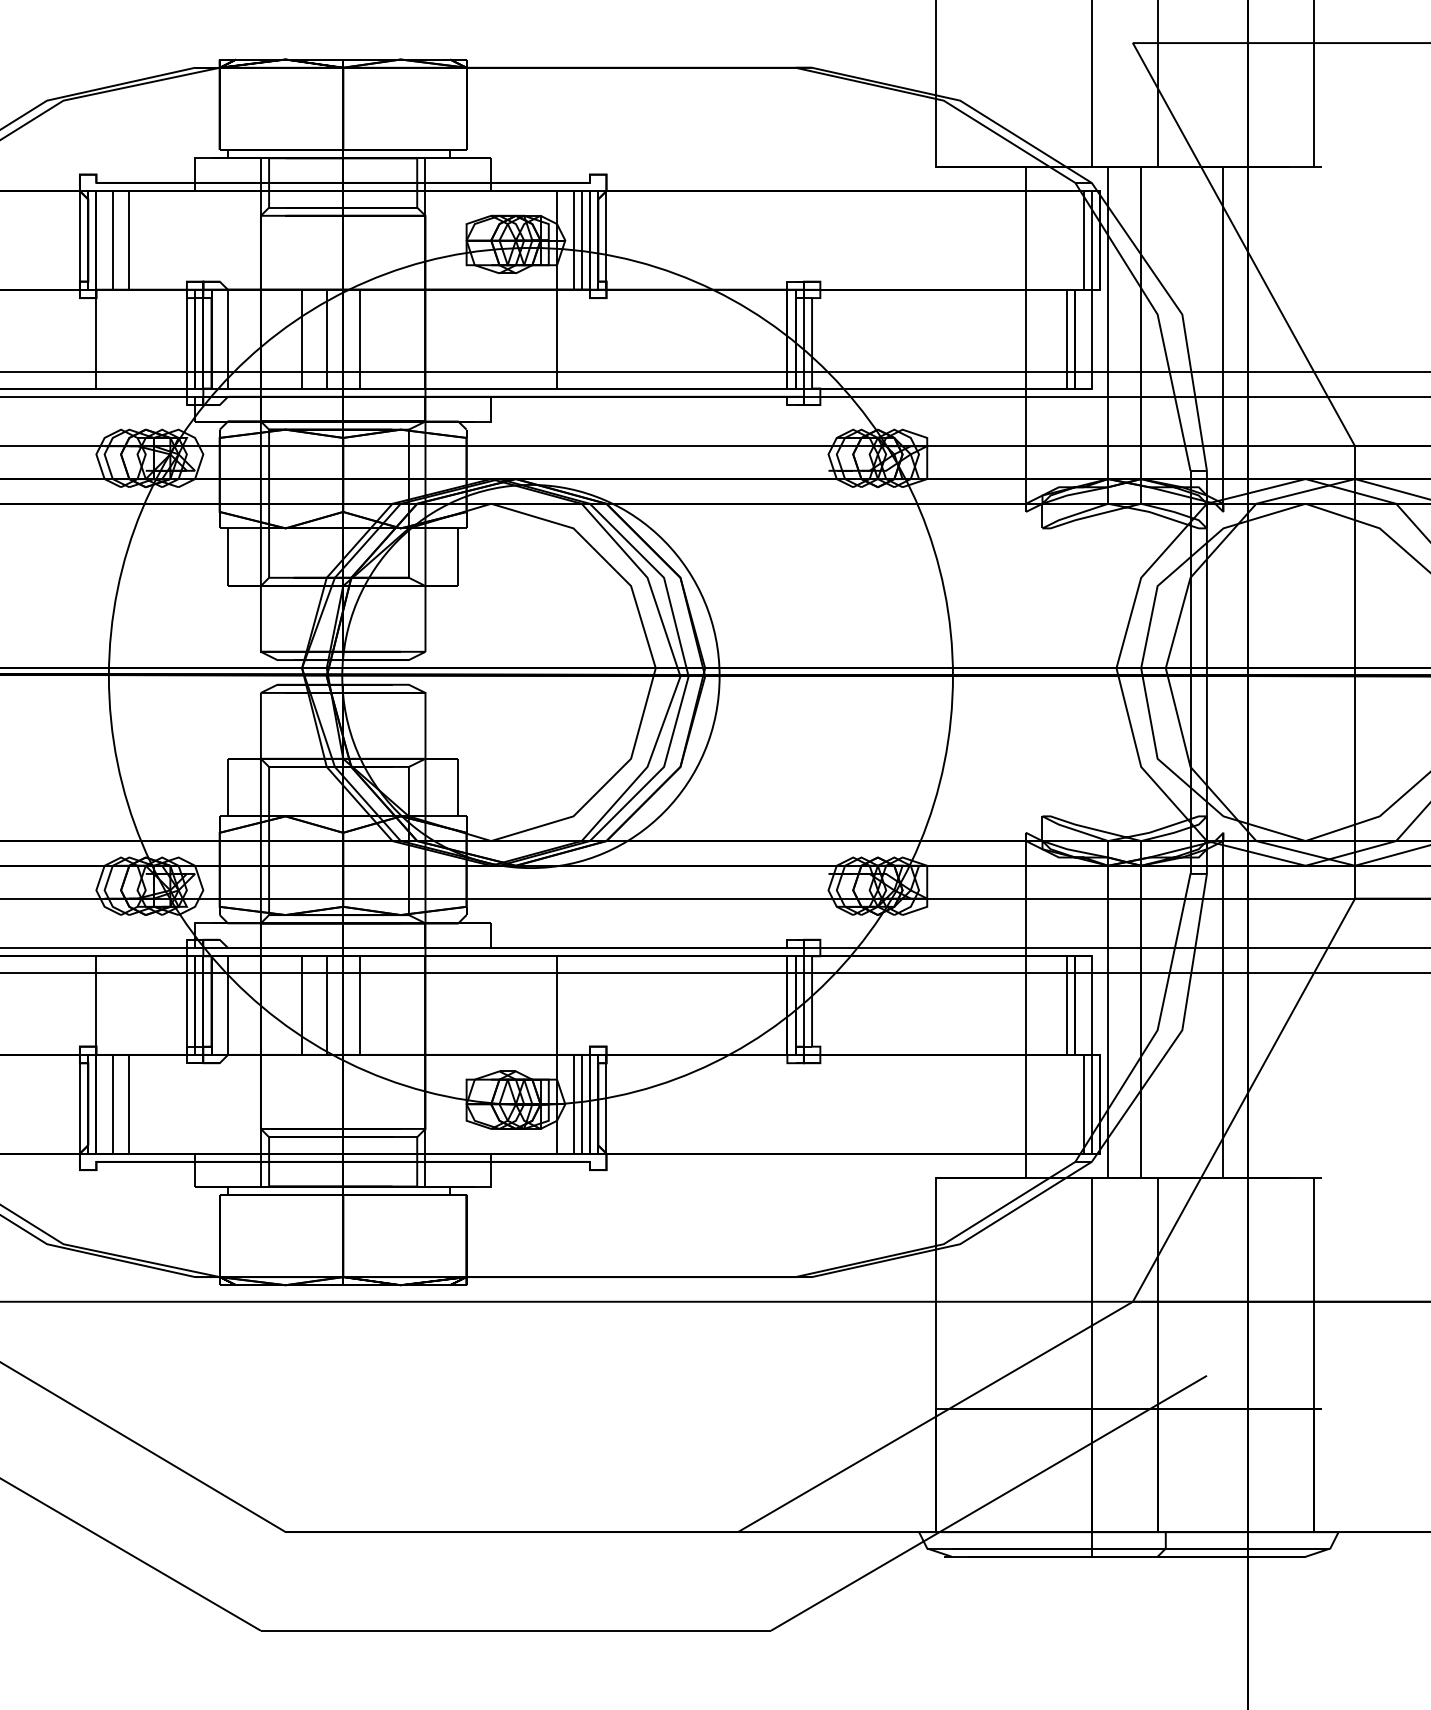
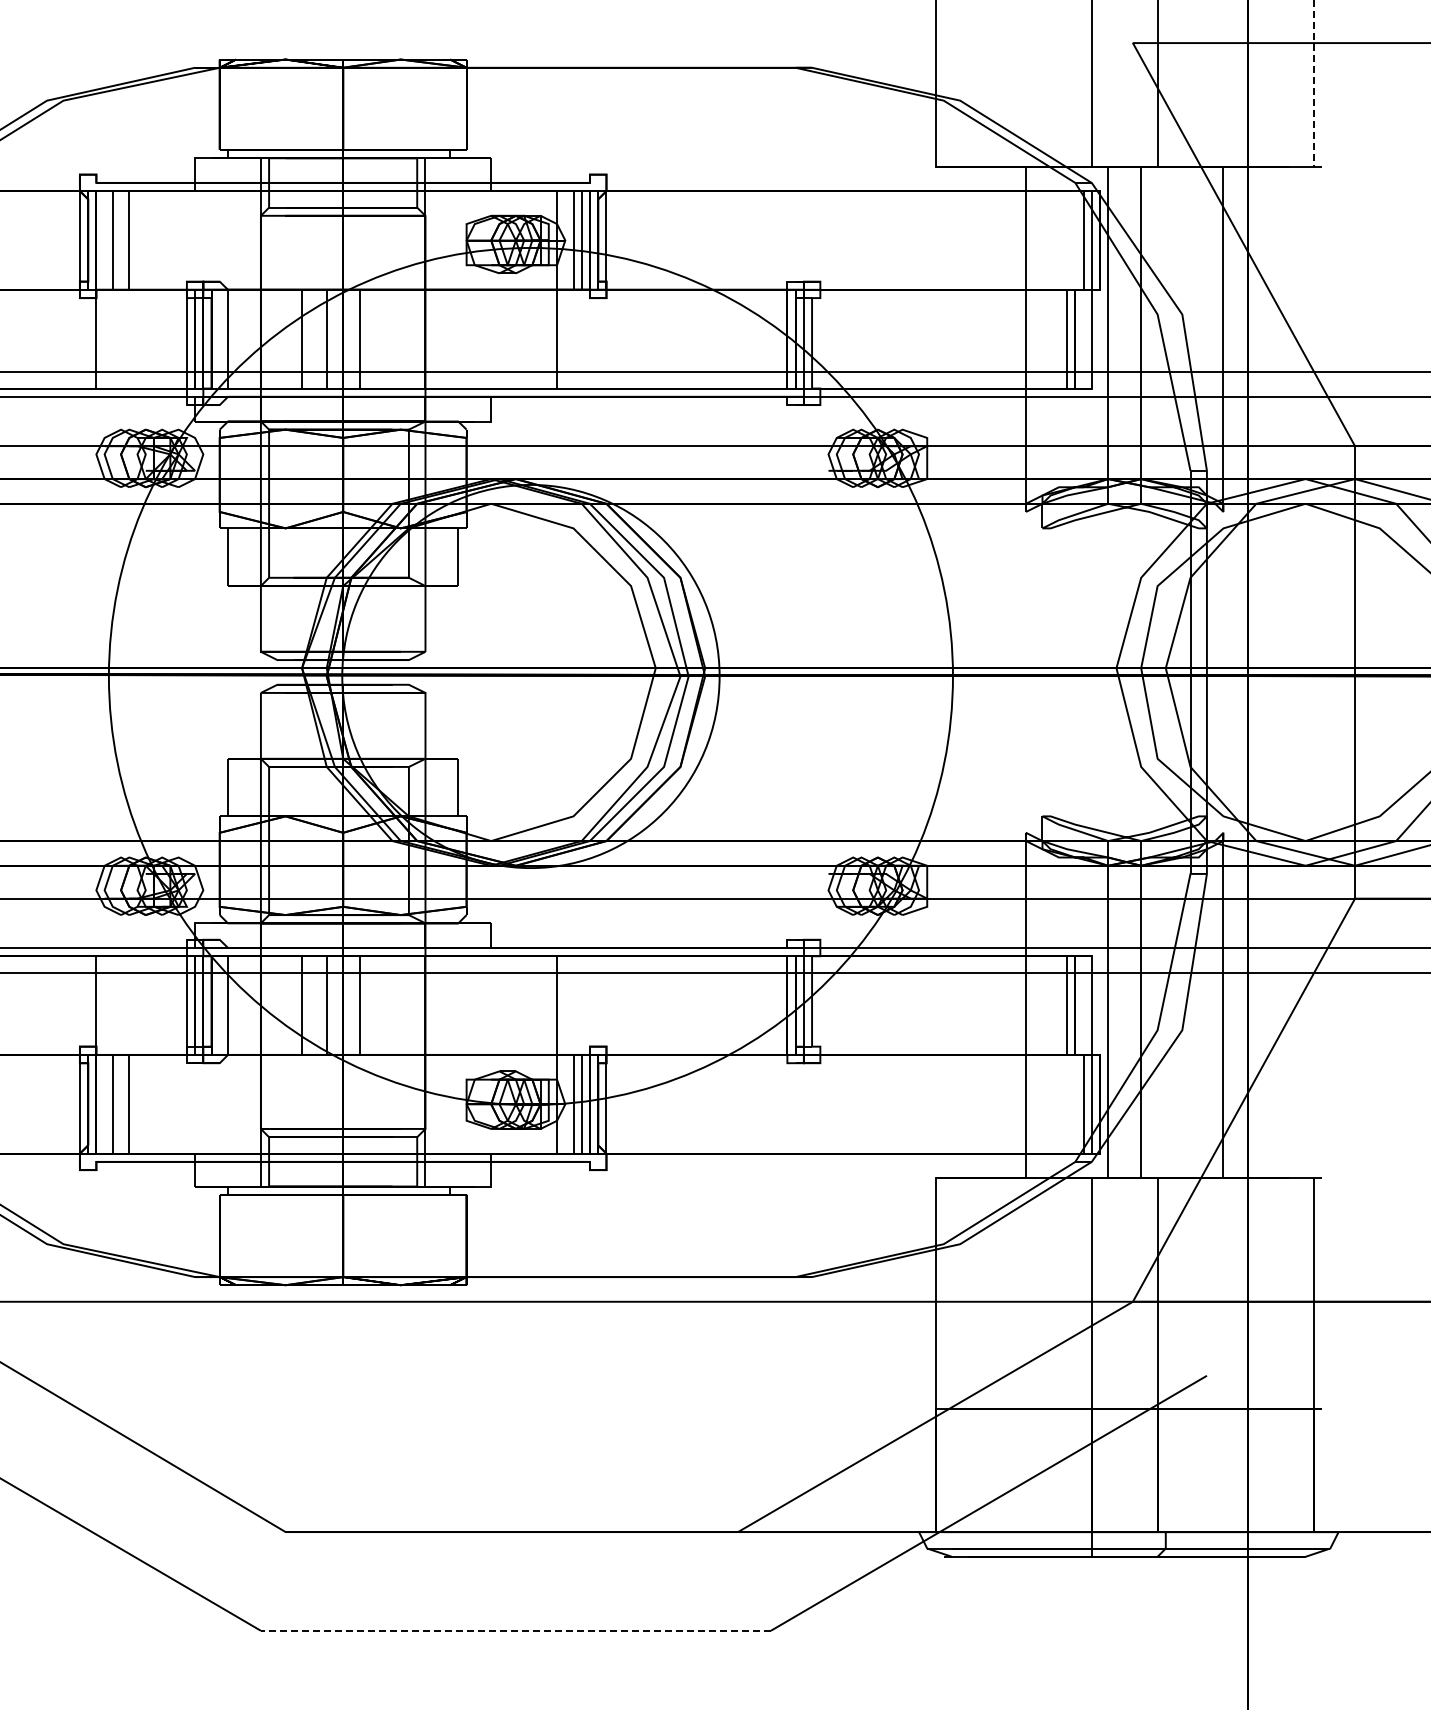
line at (1313, 83): solid -> dashed
line at (515, 1630): solid -> dashed
